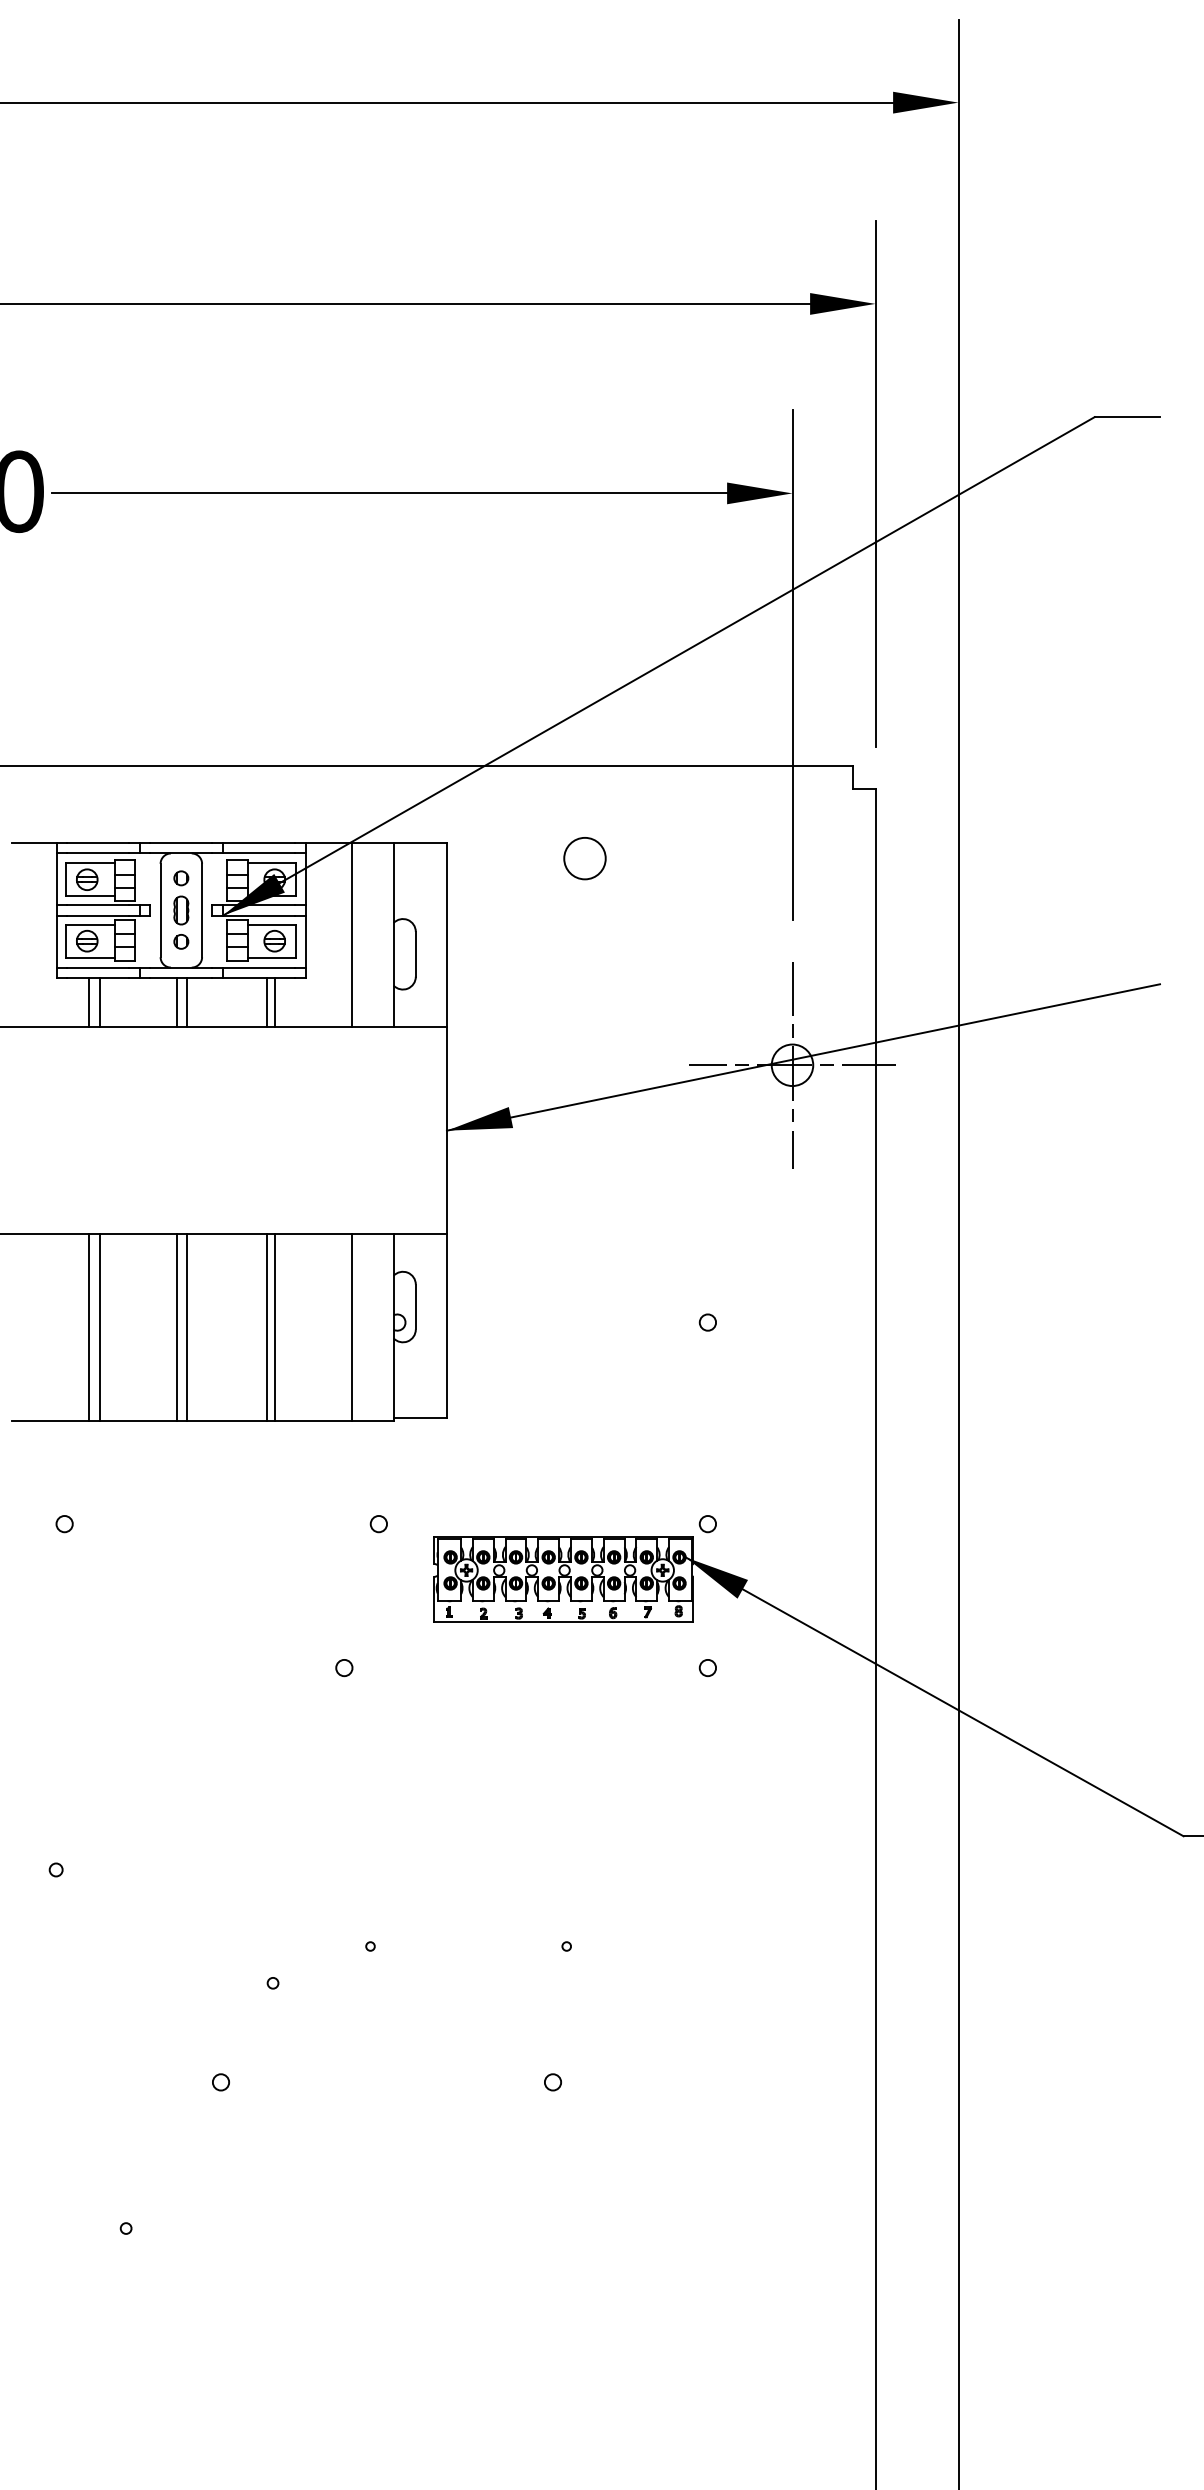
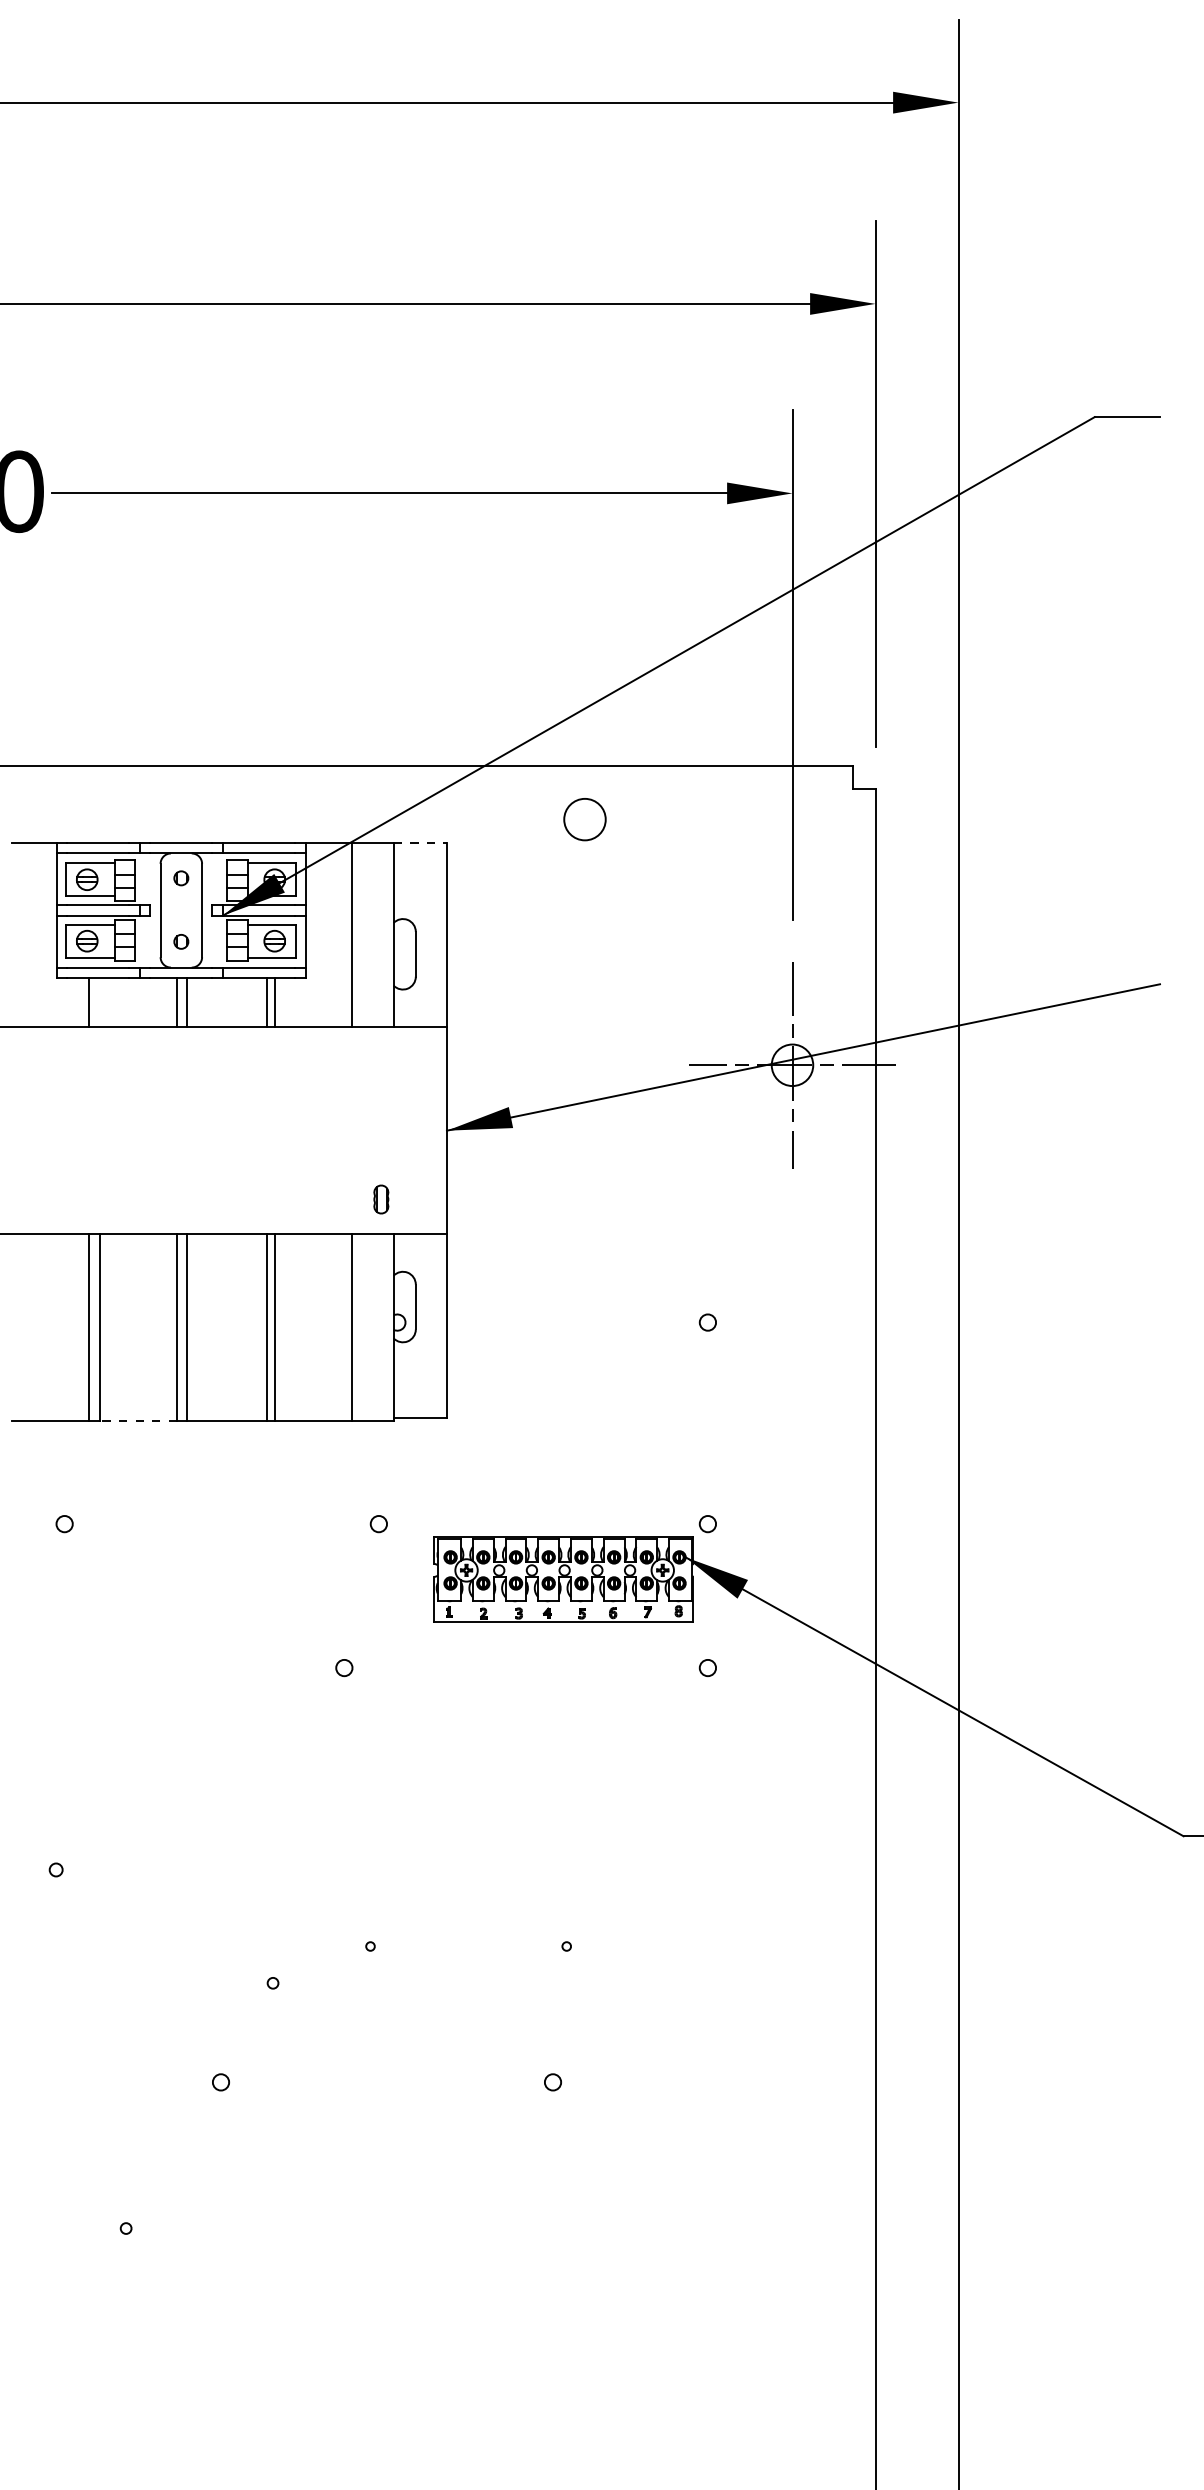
line at (420, 843): solid -> dashed
circle at (584, 858) position: (584, 858) -> (584, 819)
part at (181, 910) position: (181, 910) -> (381, 1199)
line at (99, 1001): present -> none
line at (138, 1421): solid -> dashed
